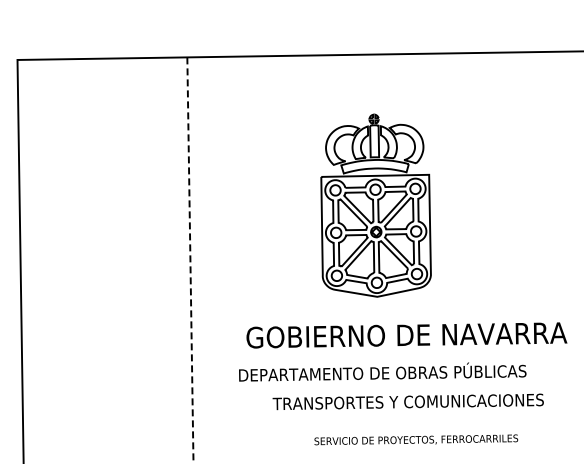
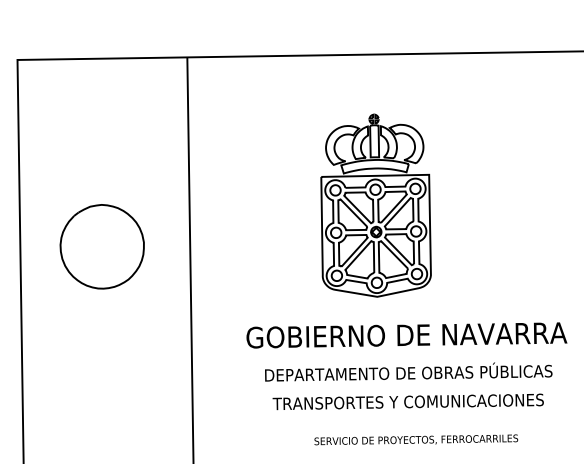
part at (101, 246): none -> present
line at (190, 260): dashed -> solid
text at (382, 371) position: (382, 371) -> (408, 371)
